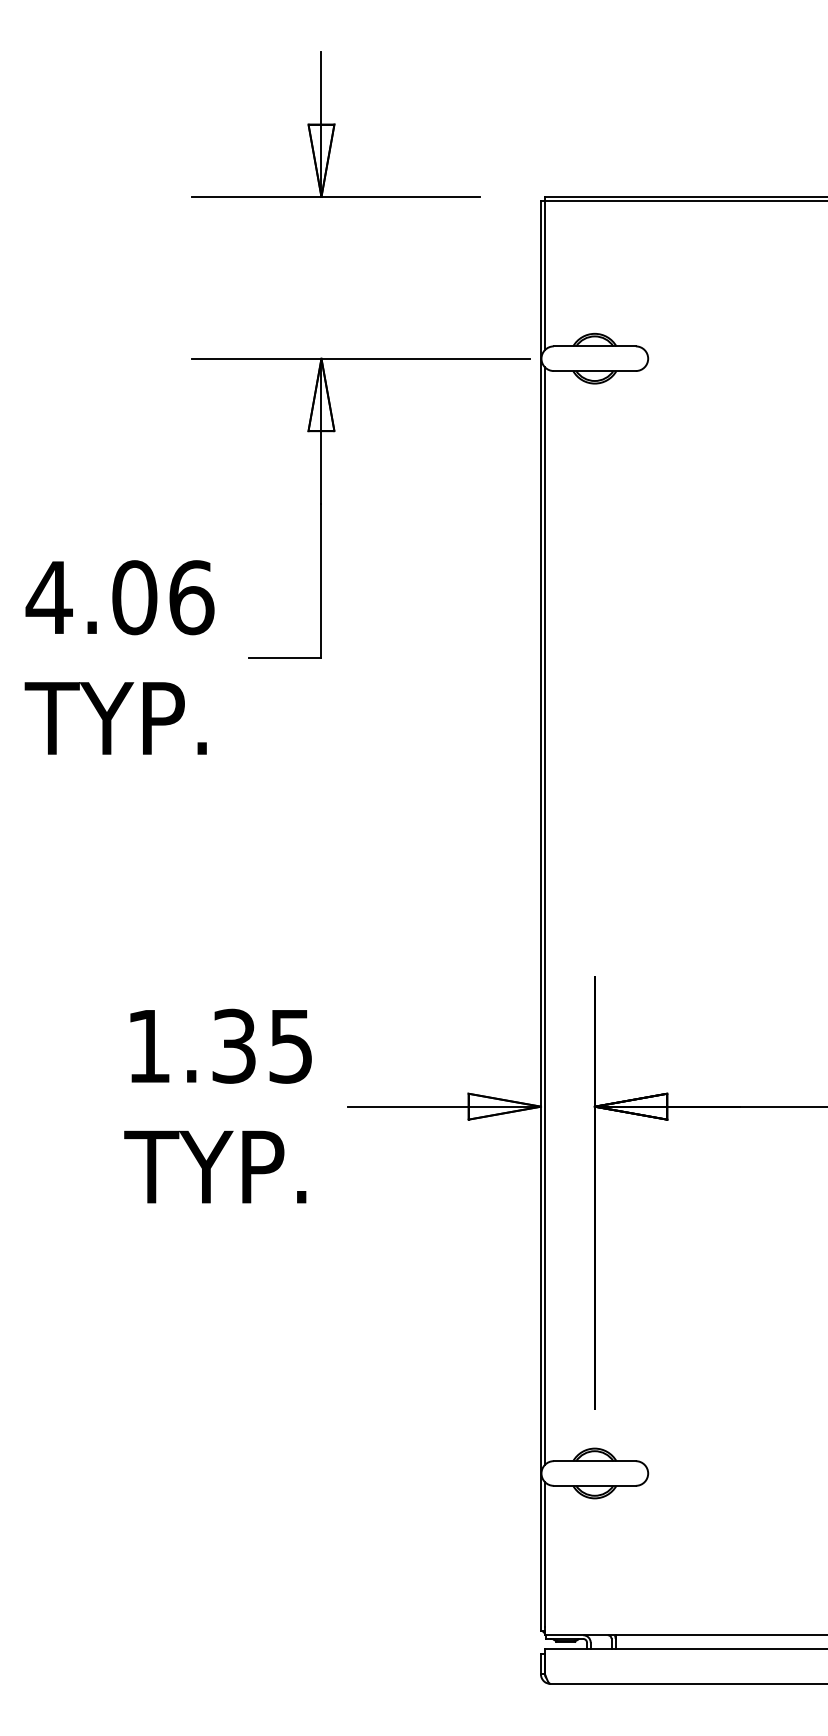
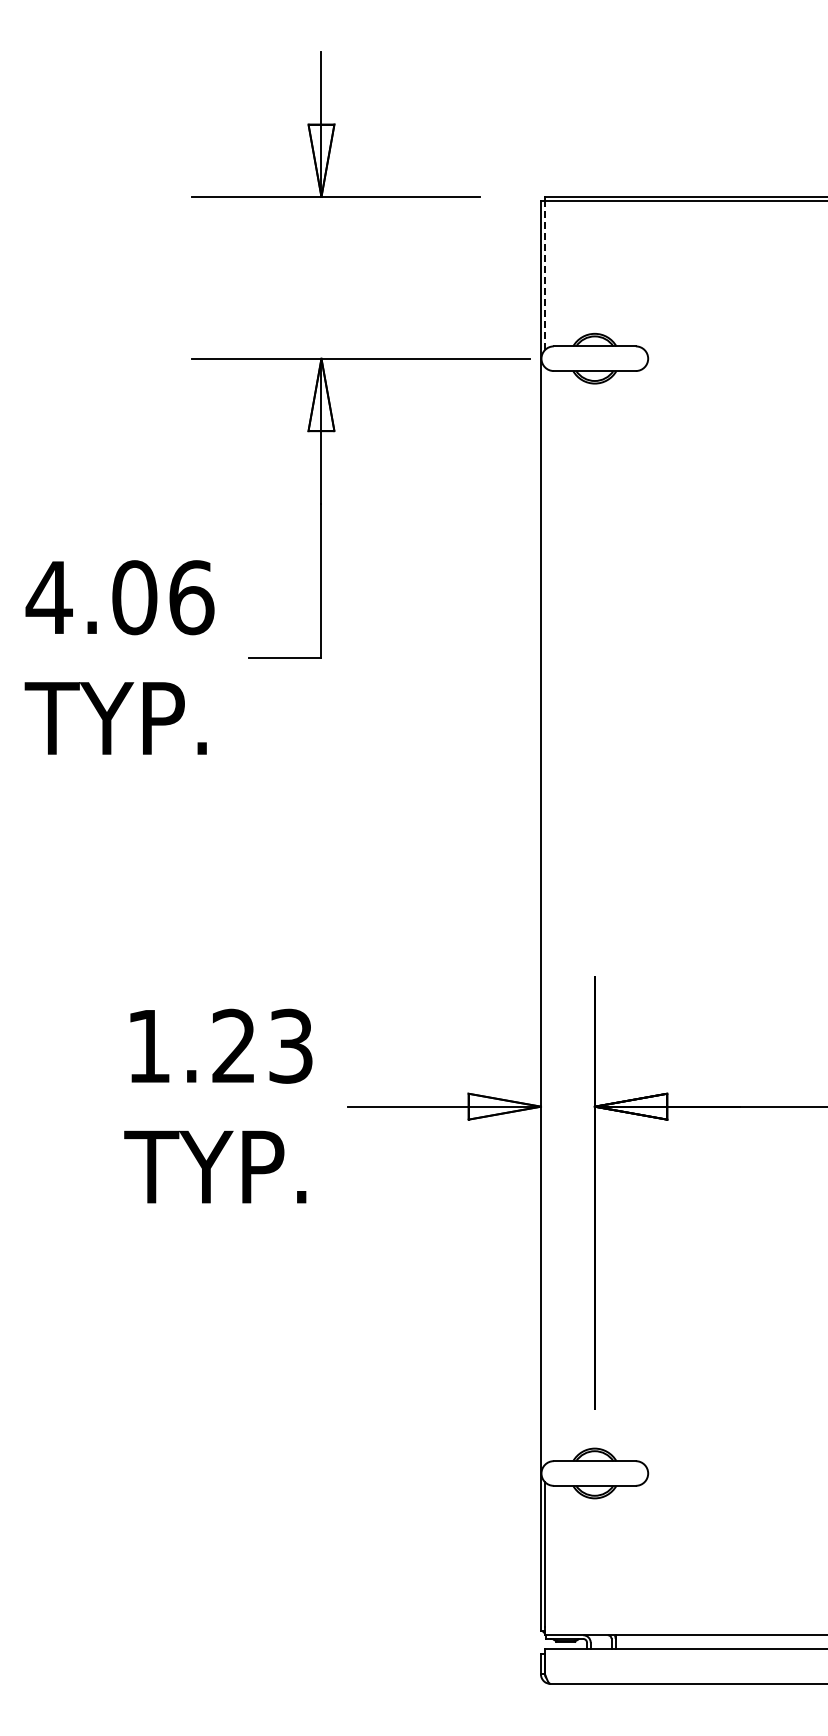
line at (545, 275): solid -> dashed
line at (545, 915): present -> none
text at (262, 1045): 1.35 -> 1.23
